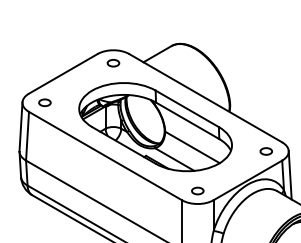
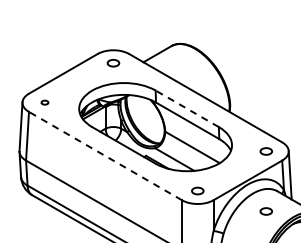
part at (44, 102) size: 14x9 px -> 10x7 px
line at (187, 108): solid -> dashed
line at (105, 155): solid -> dashed
part at (265, 211): none -> present
